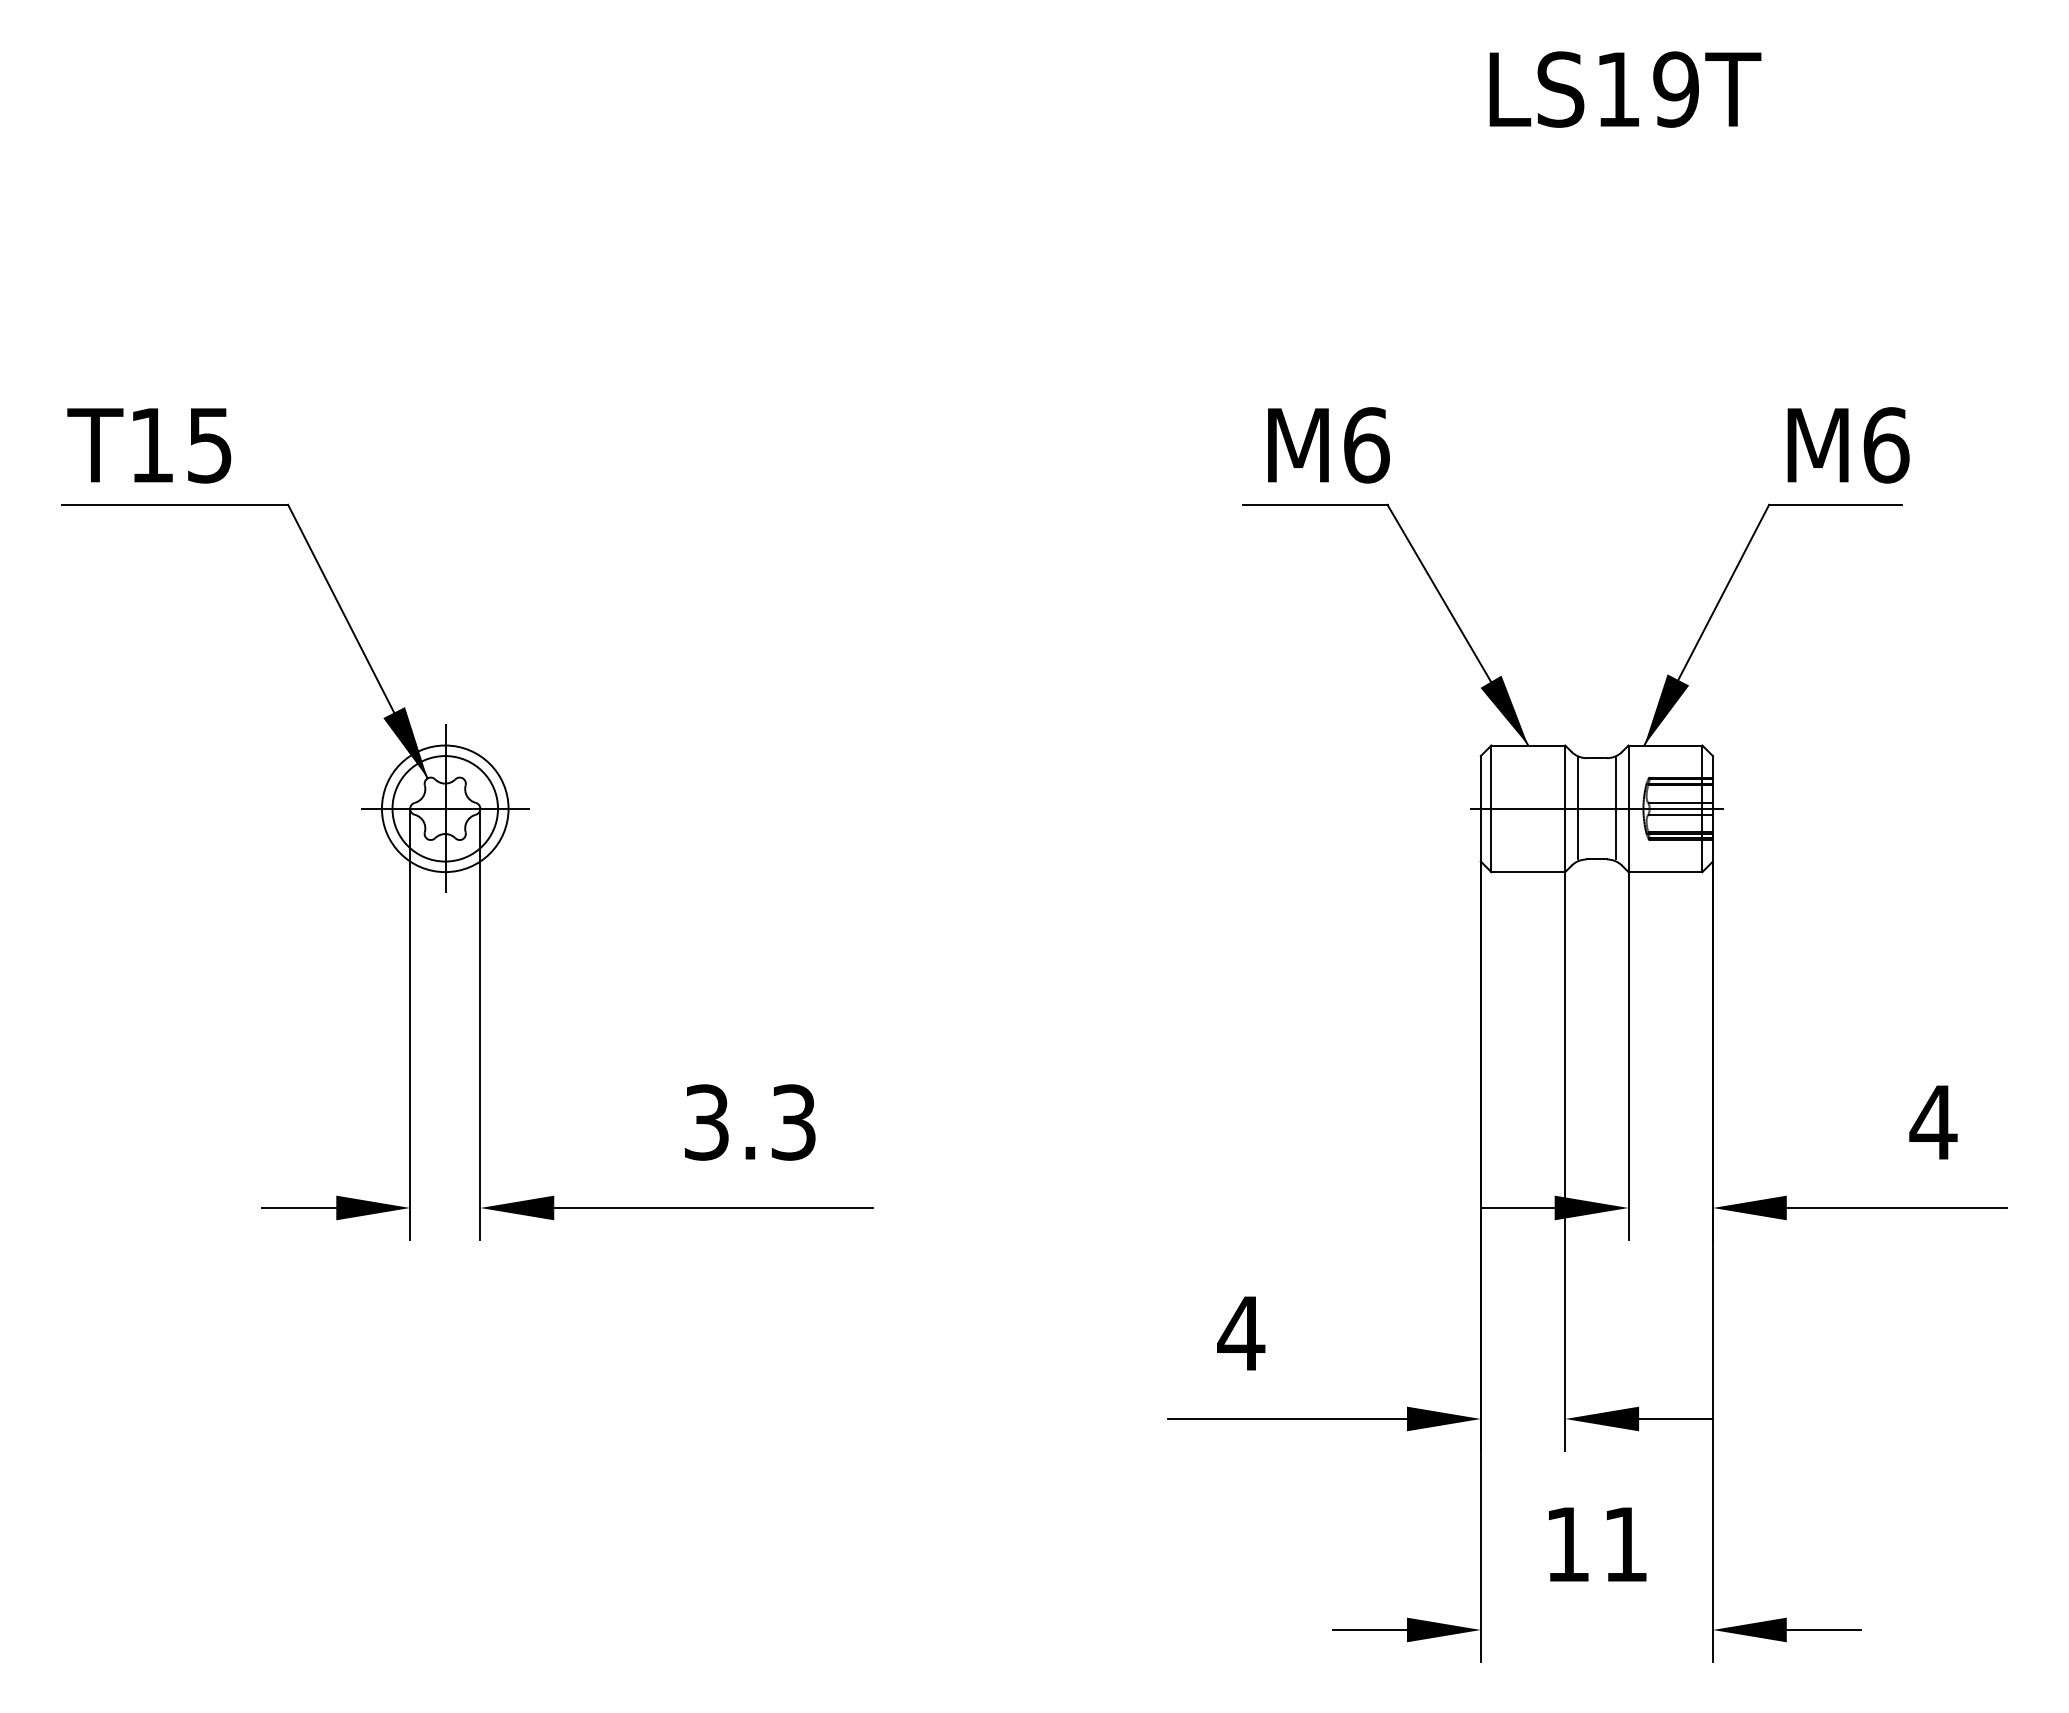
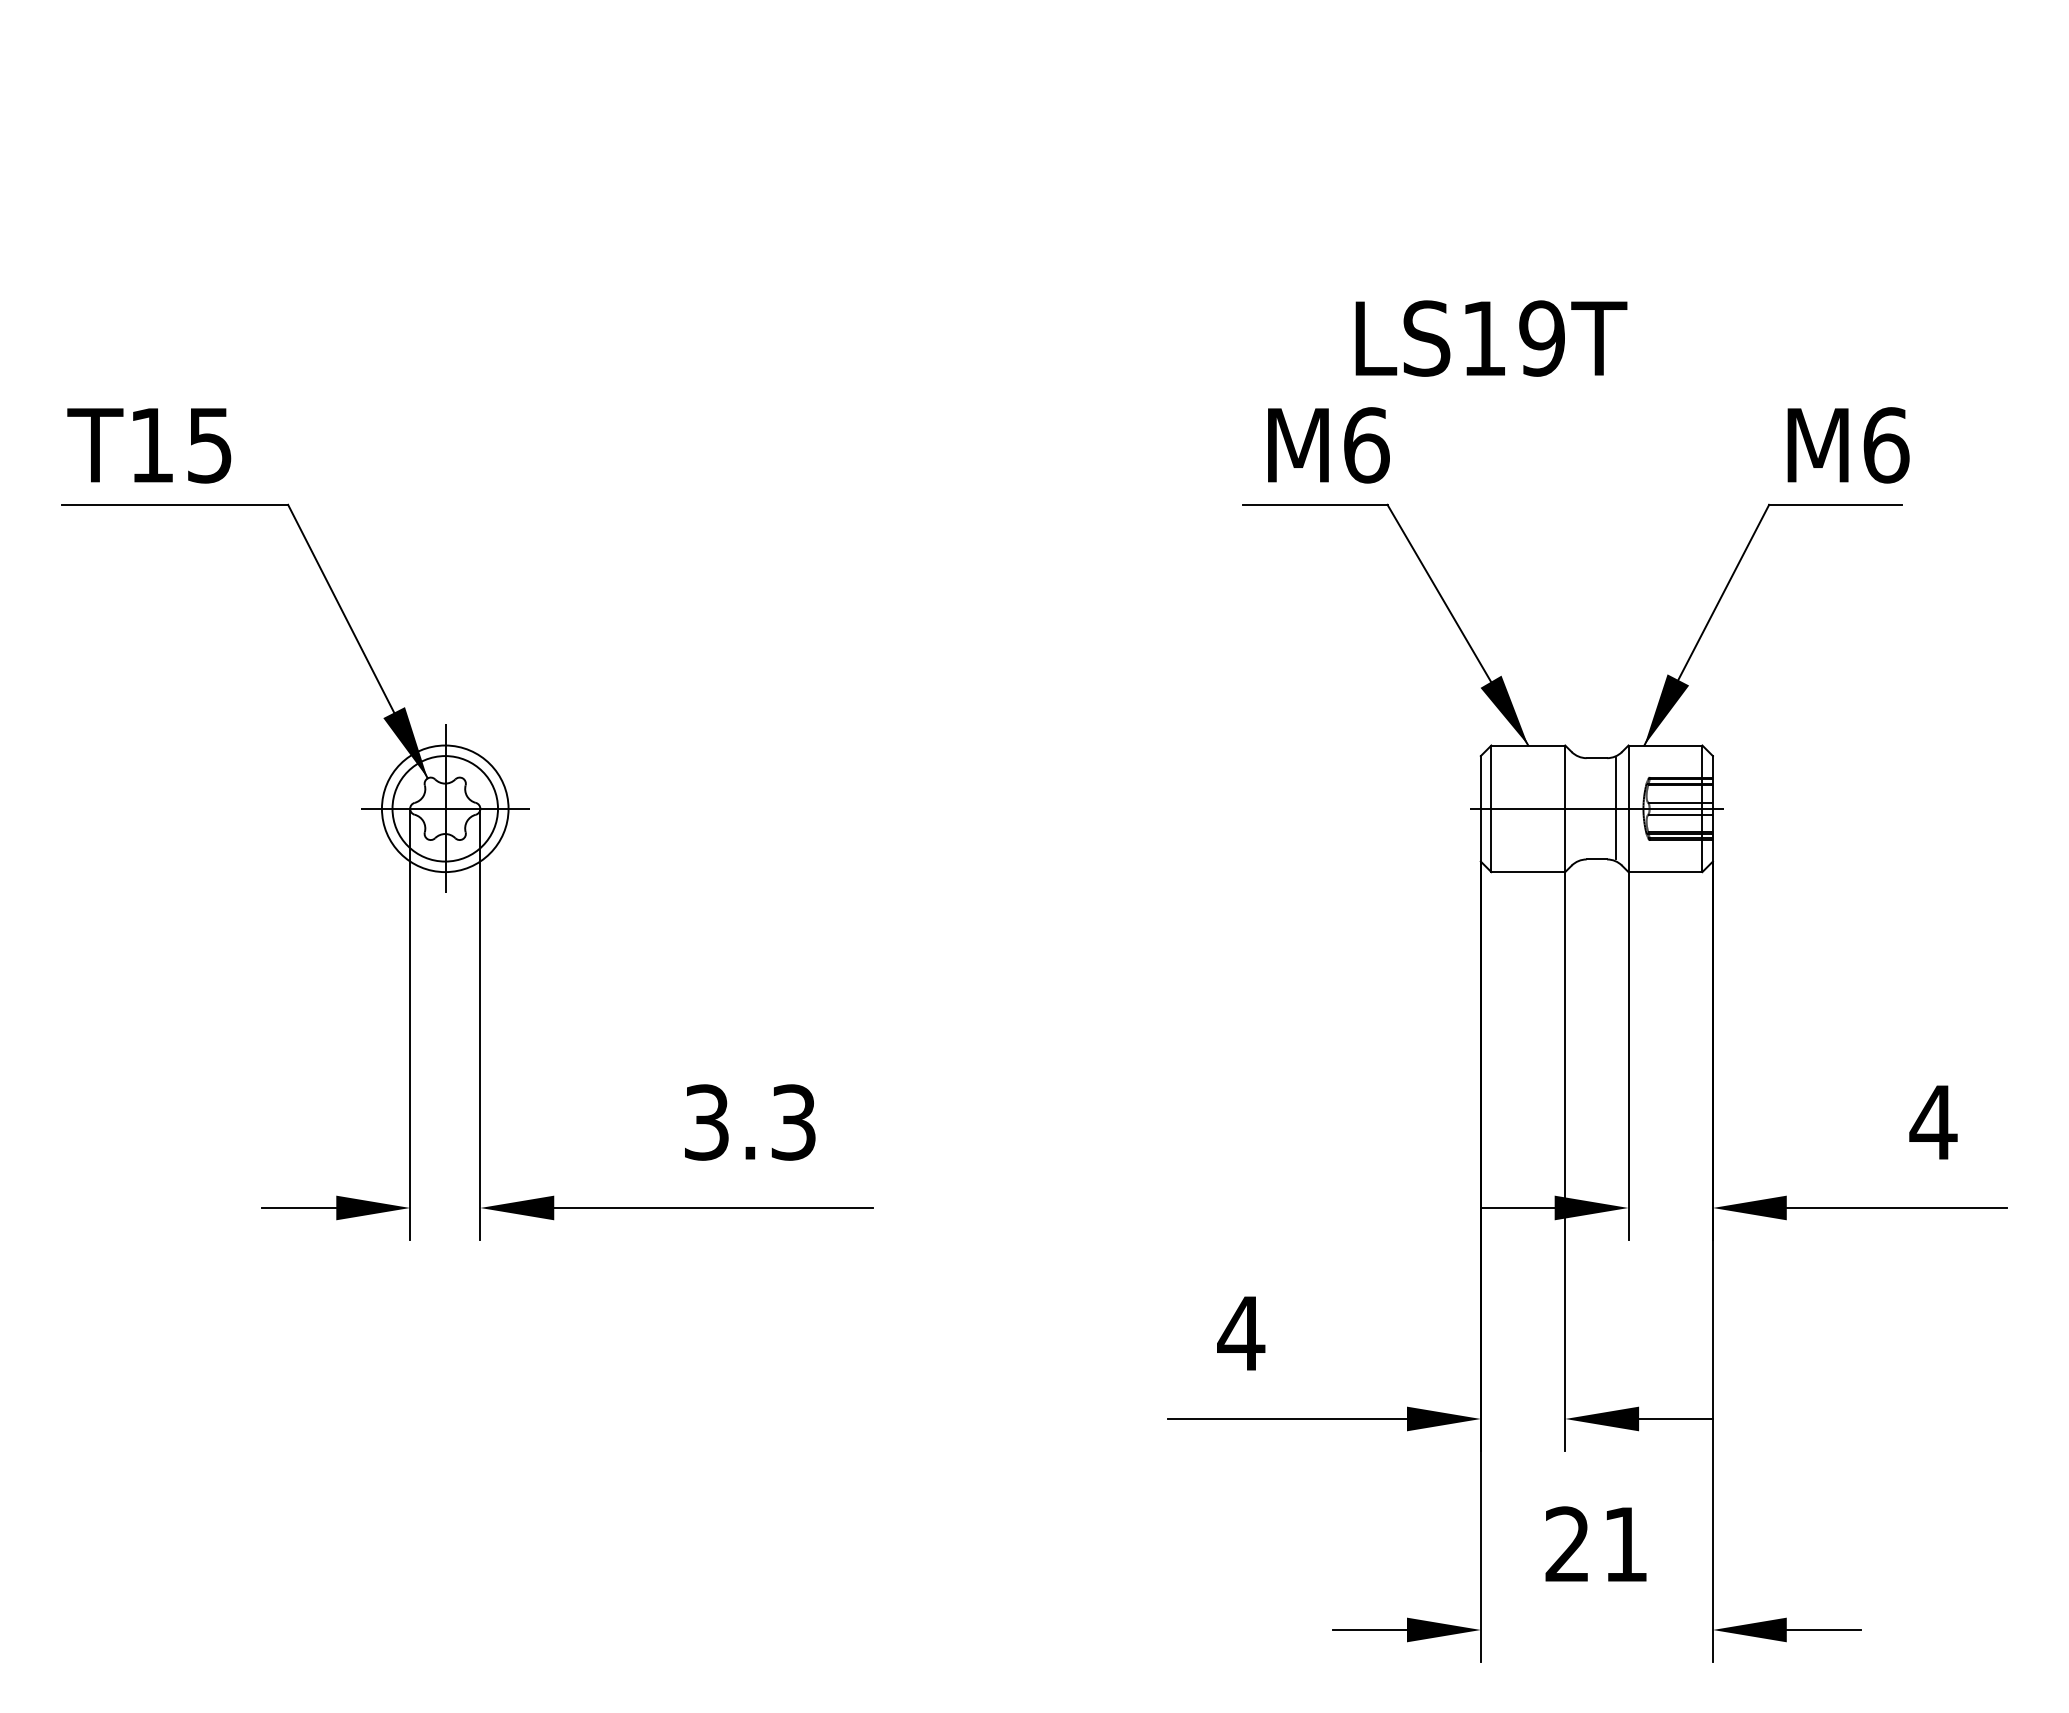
text at (1625, 89) position: (1625, 89) -> (1491, 338)
line at (1577, 808): present -> none
text at (1566, 1543): 11 -> 21
